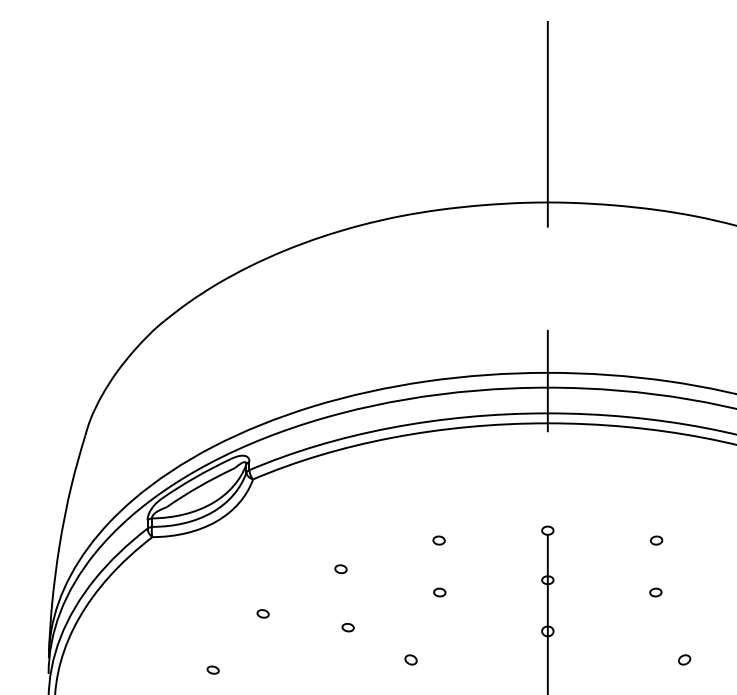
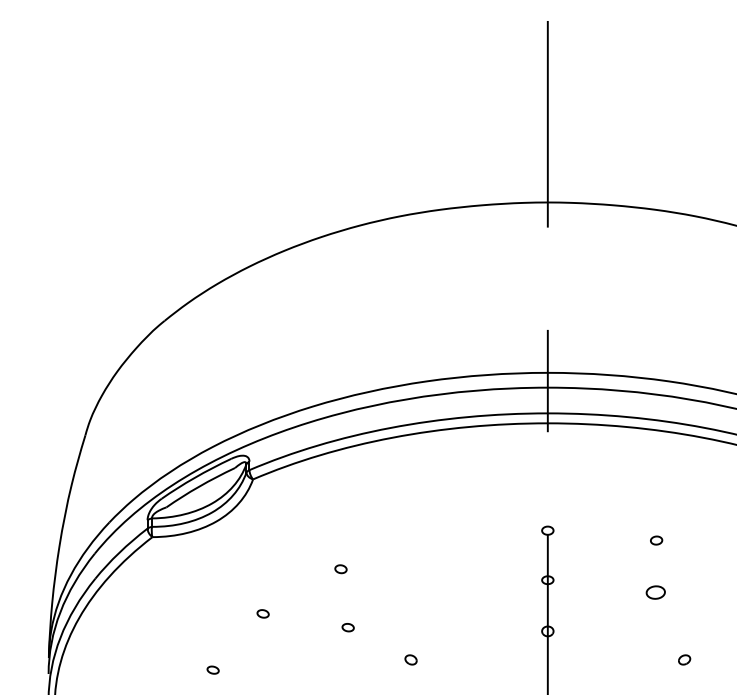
part at (438, 540): present -> none
part at (439, 592): present -> none
part at (655, 592) size: 14x11 px -> 21x15 px
